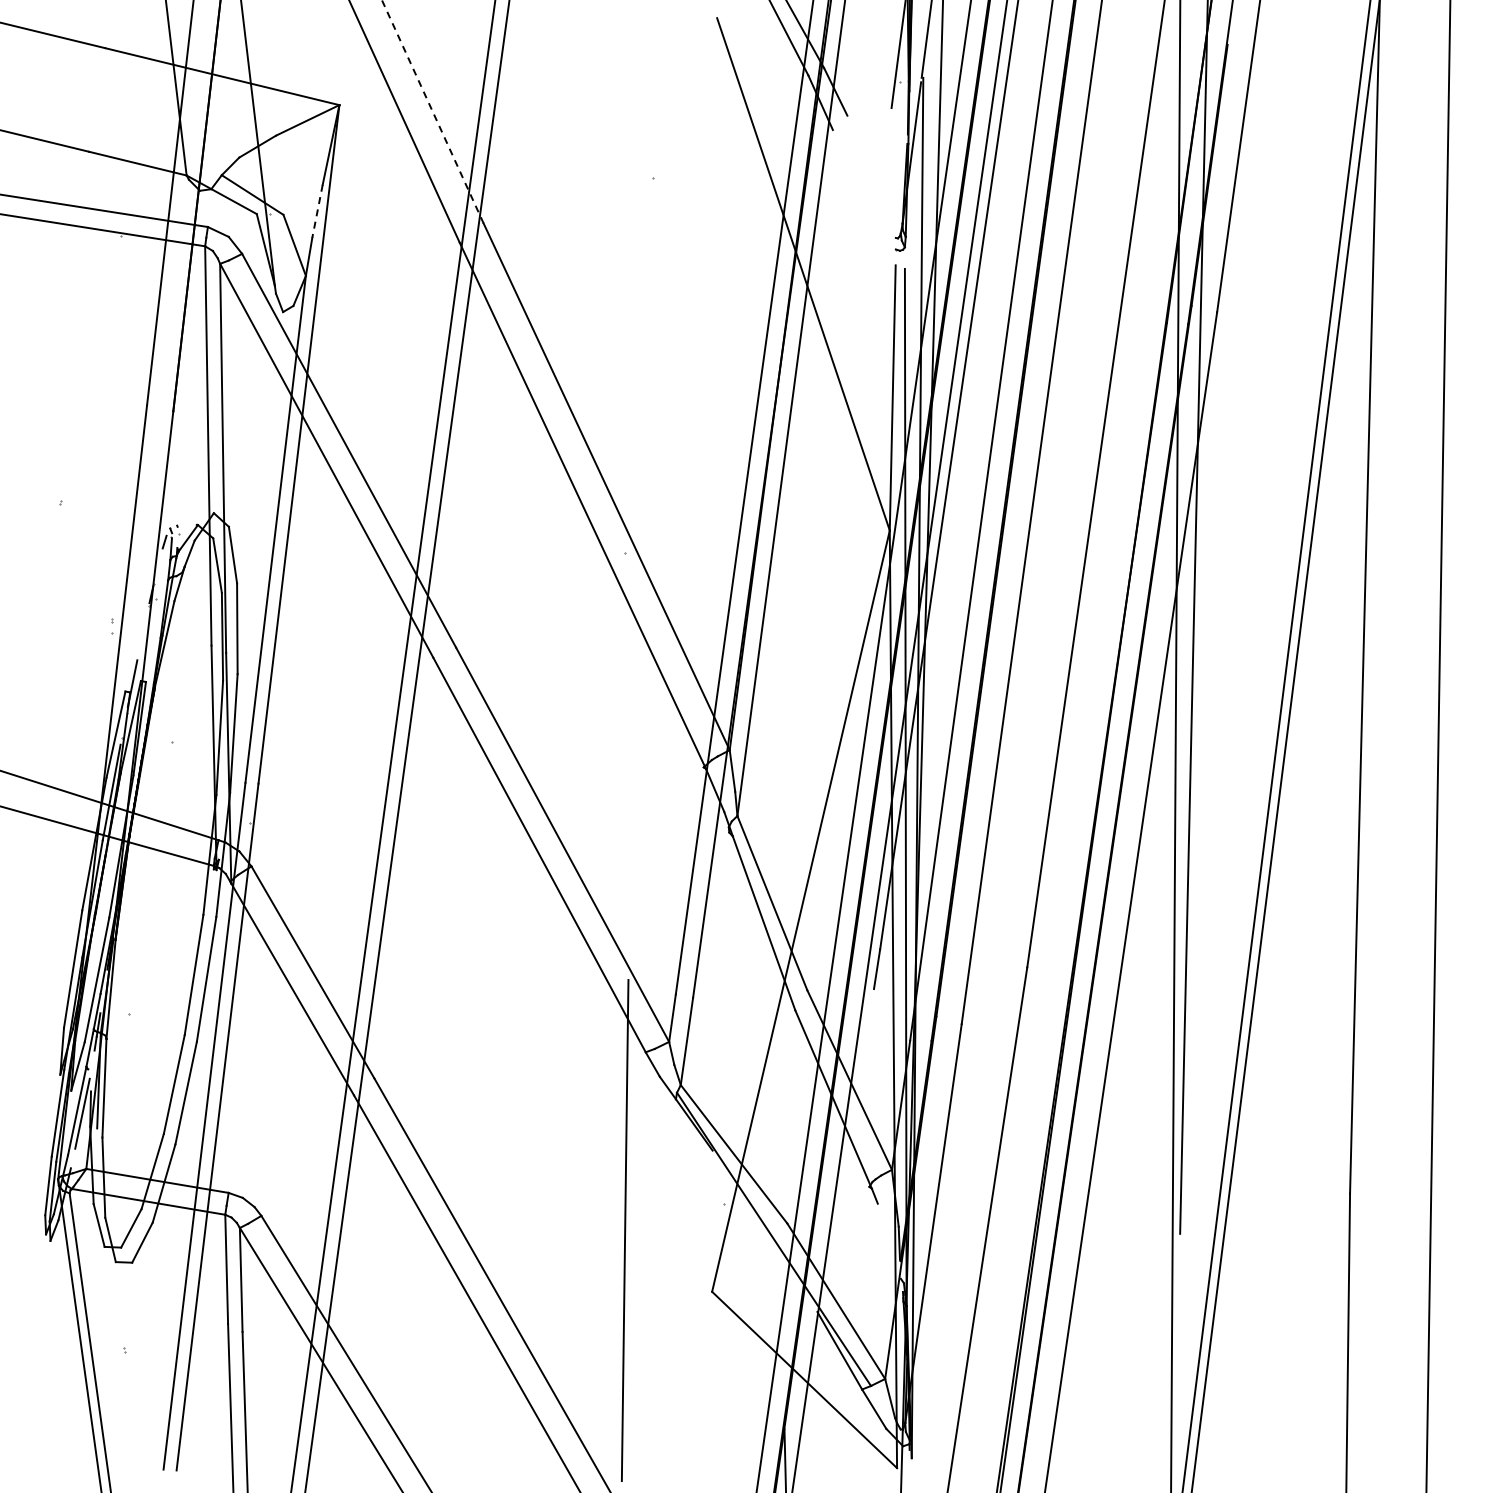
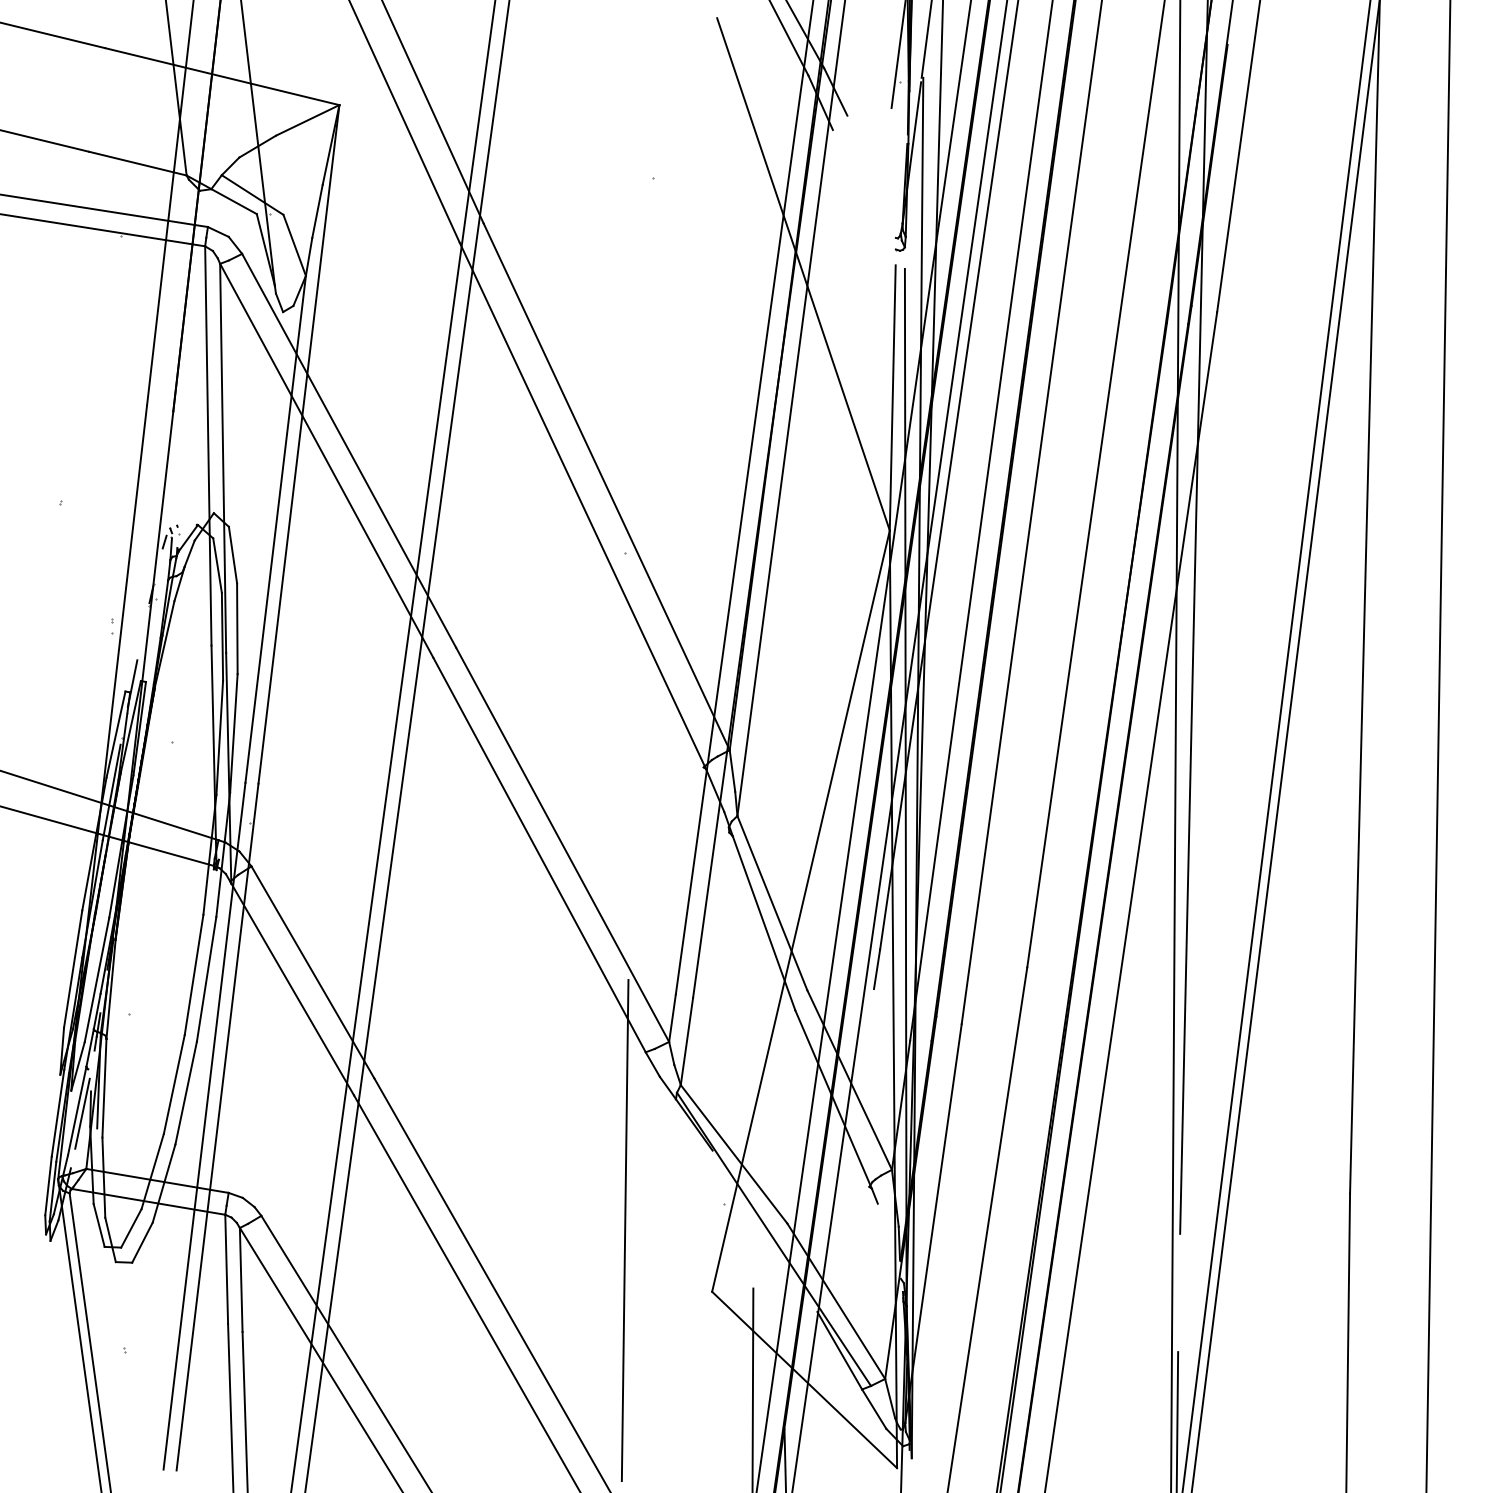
line at (432, 111): dashed -> solid
line at (317, 211): dashed -> solid
line at (752, 1388): none -> present
line at (1177, 1420): none -> present
